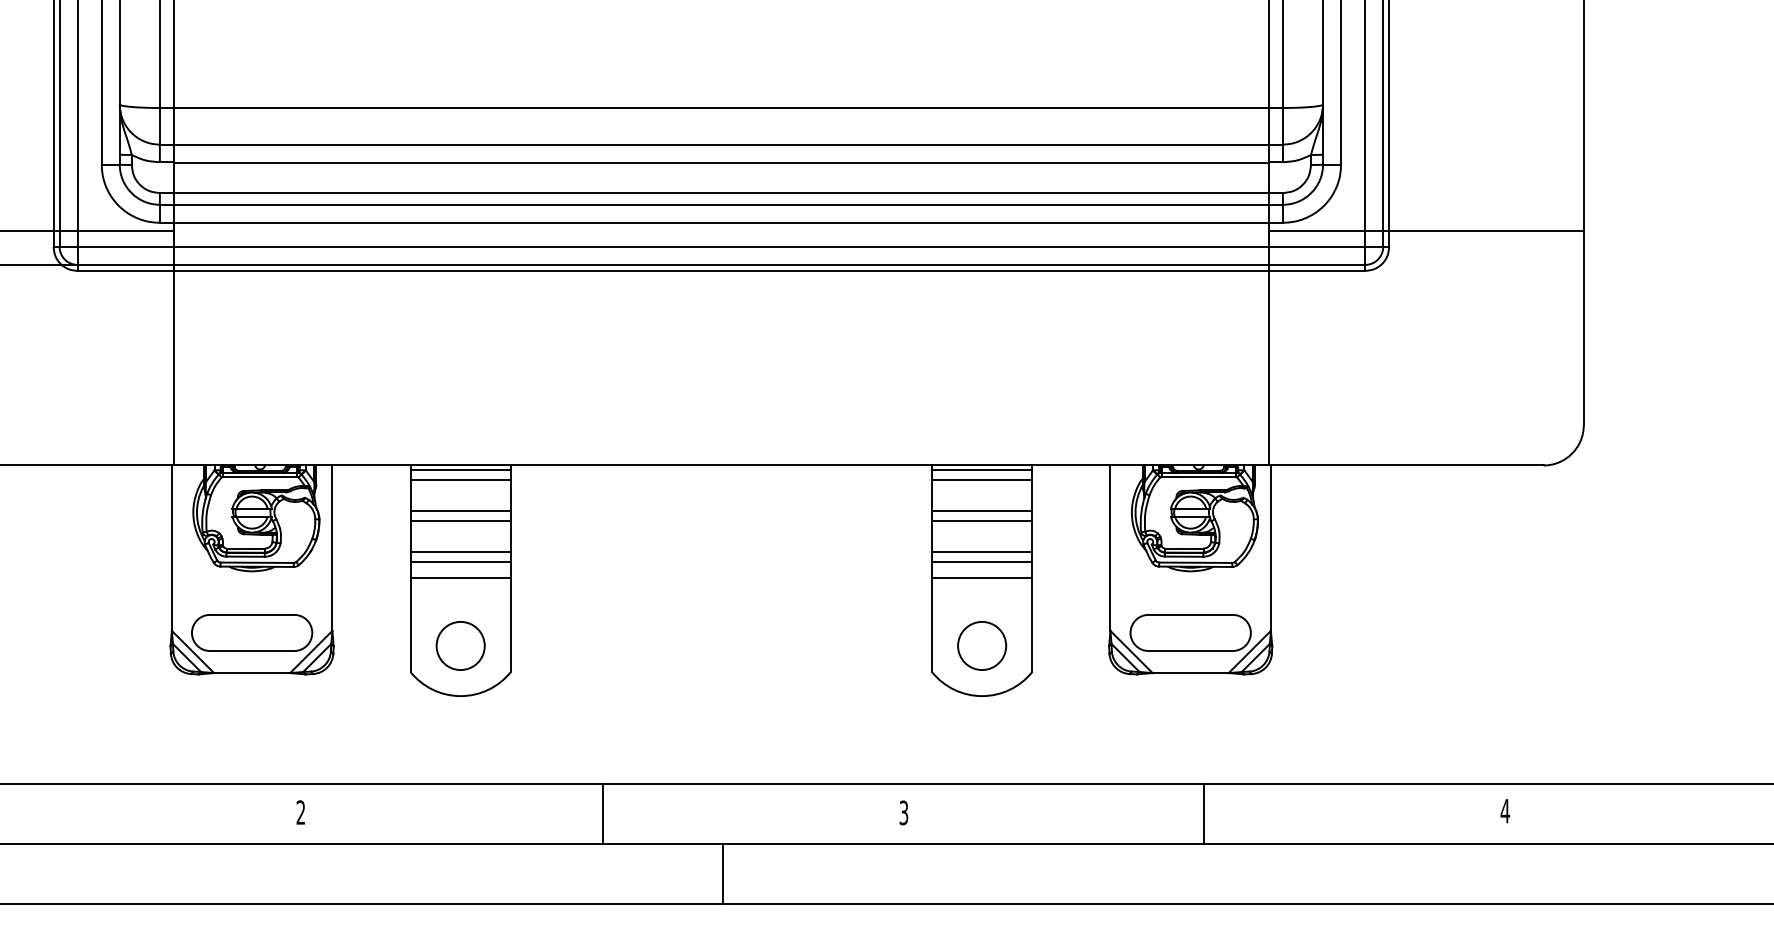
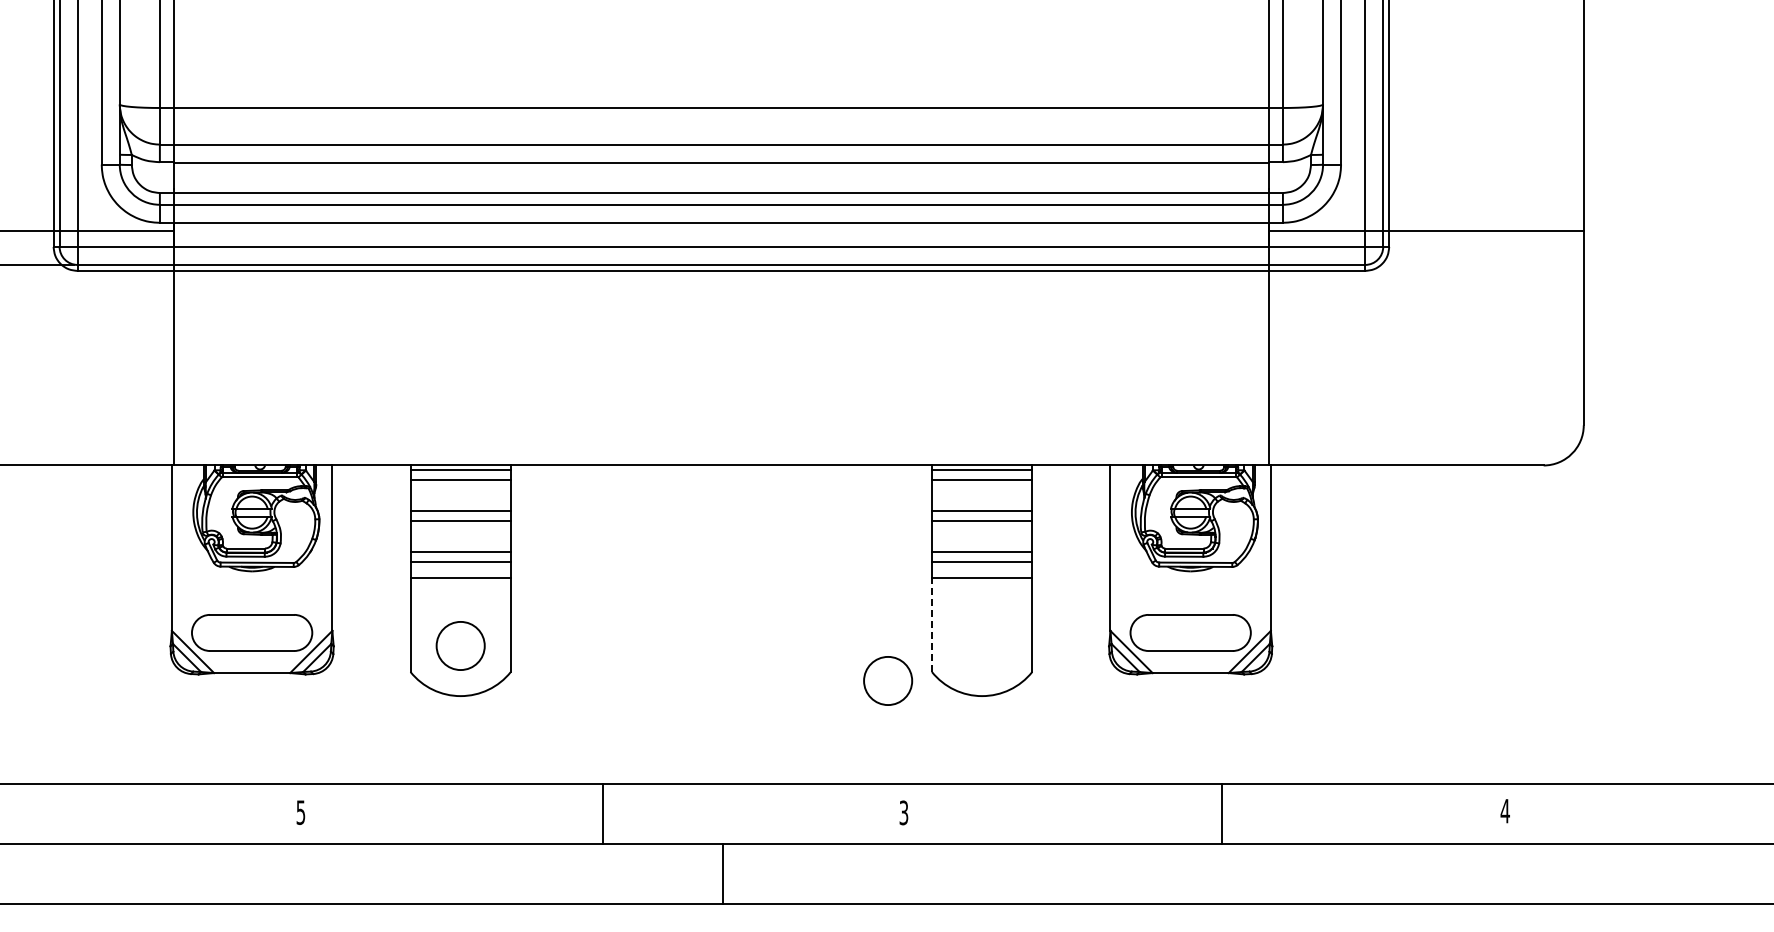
line at (931, 624): solid -> dashed
circle at (982, 645) position: (982, 645) -> (888, 680)
text at (300, 812): 2 -> 5
line at (1204, 813) position: (1204, 813) -> (1222, 813)
